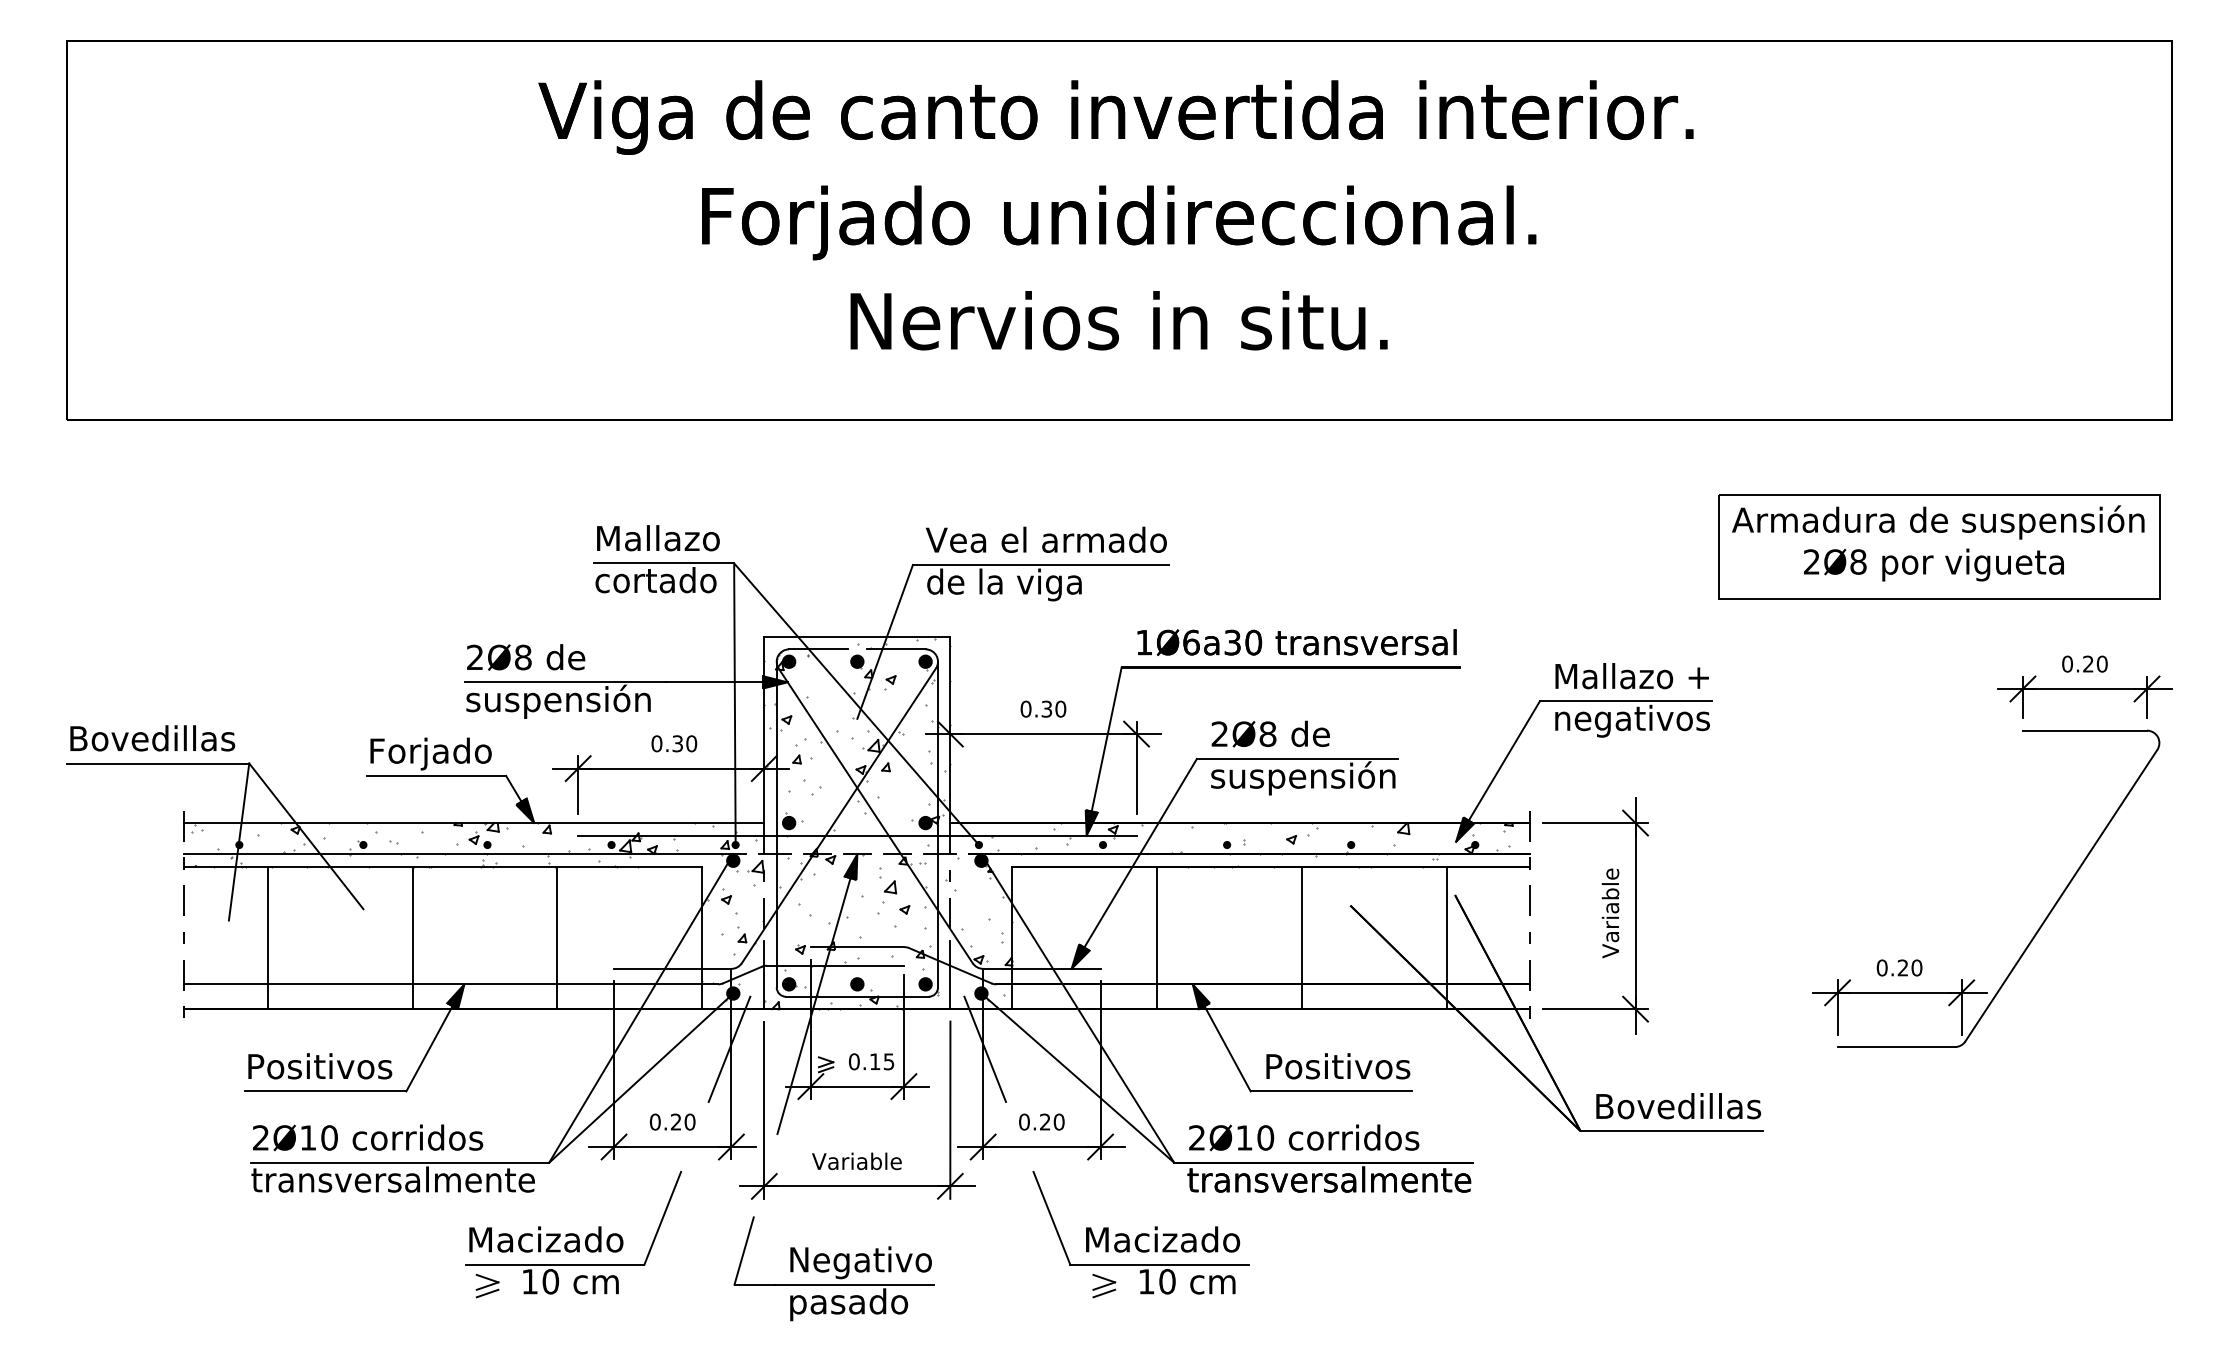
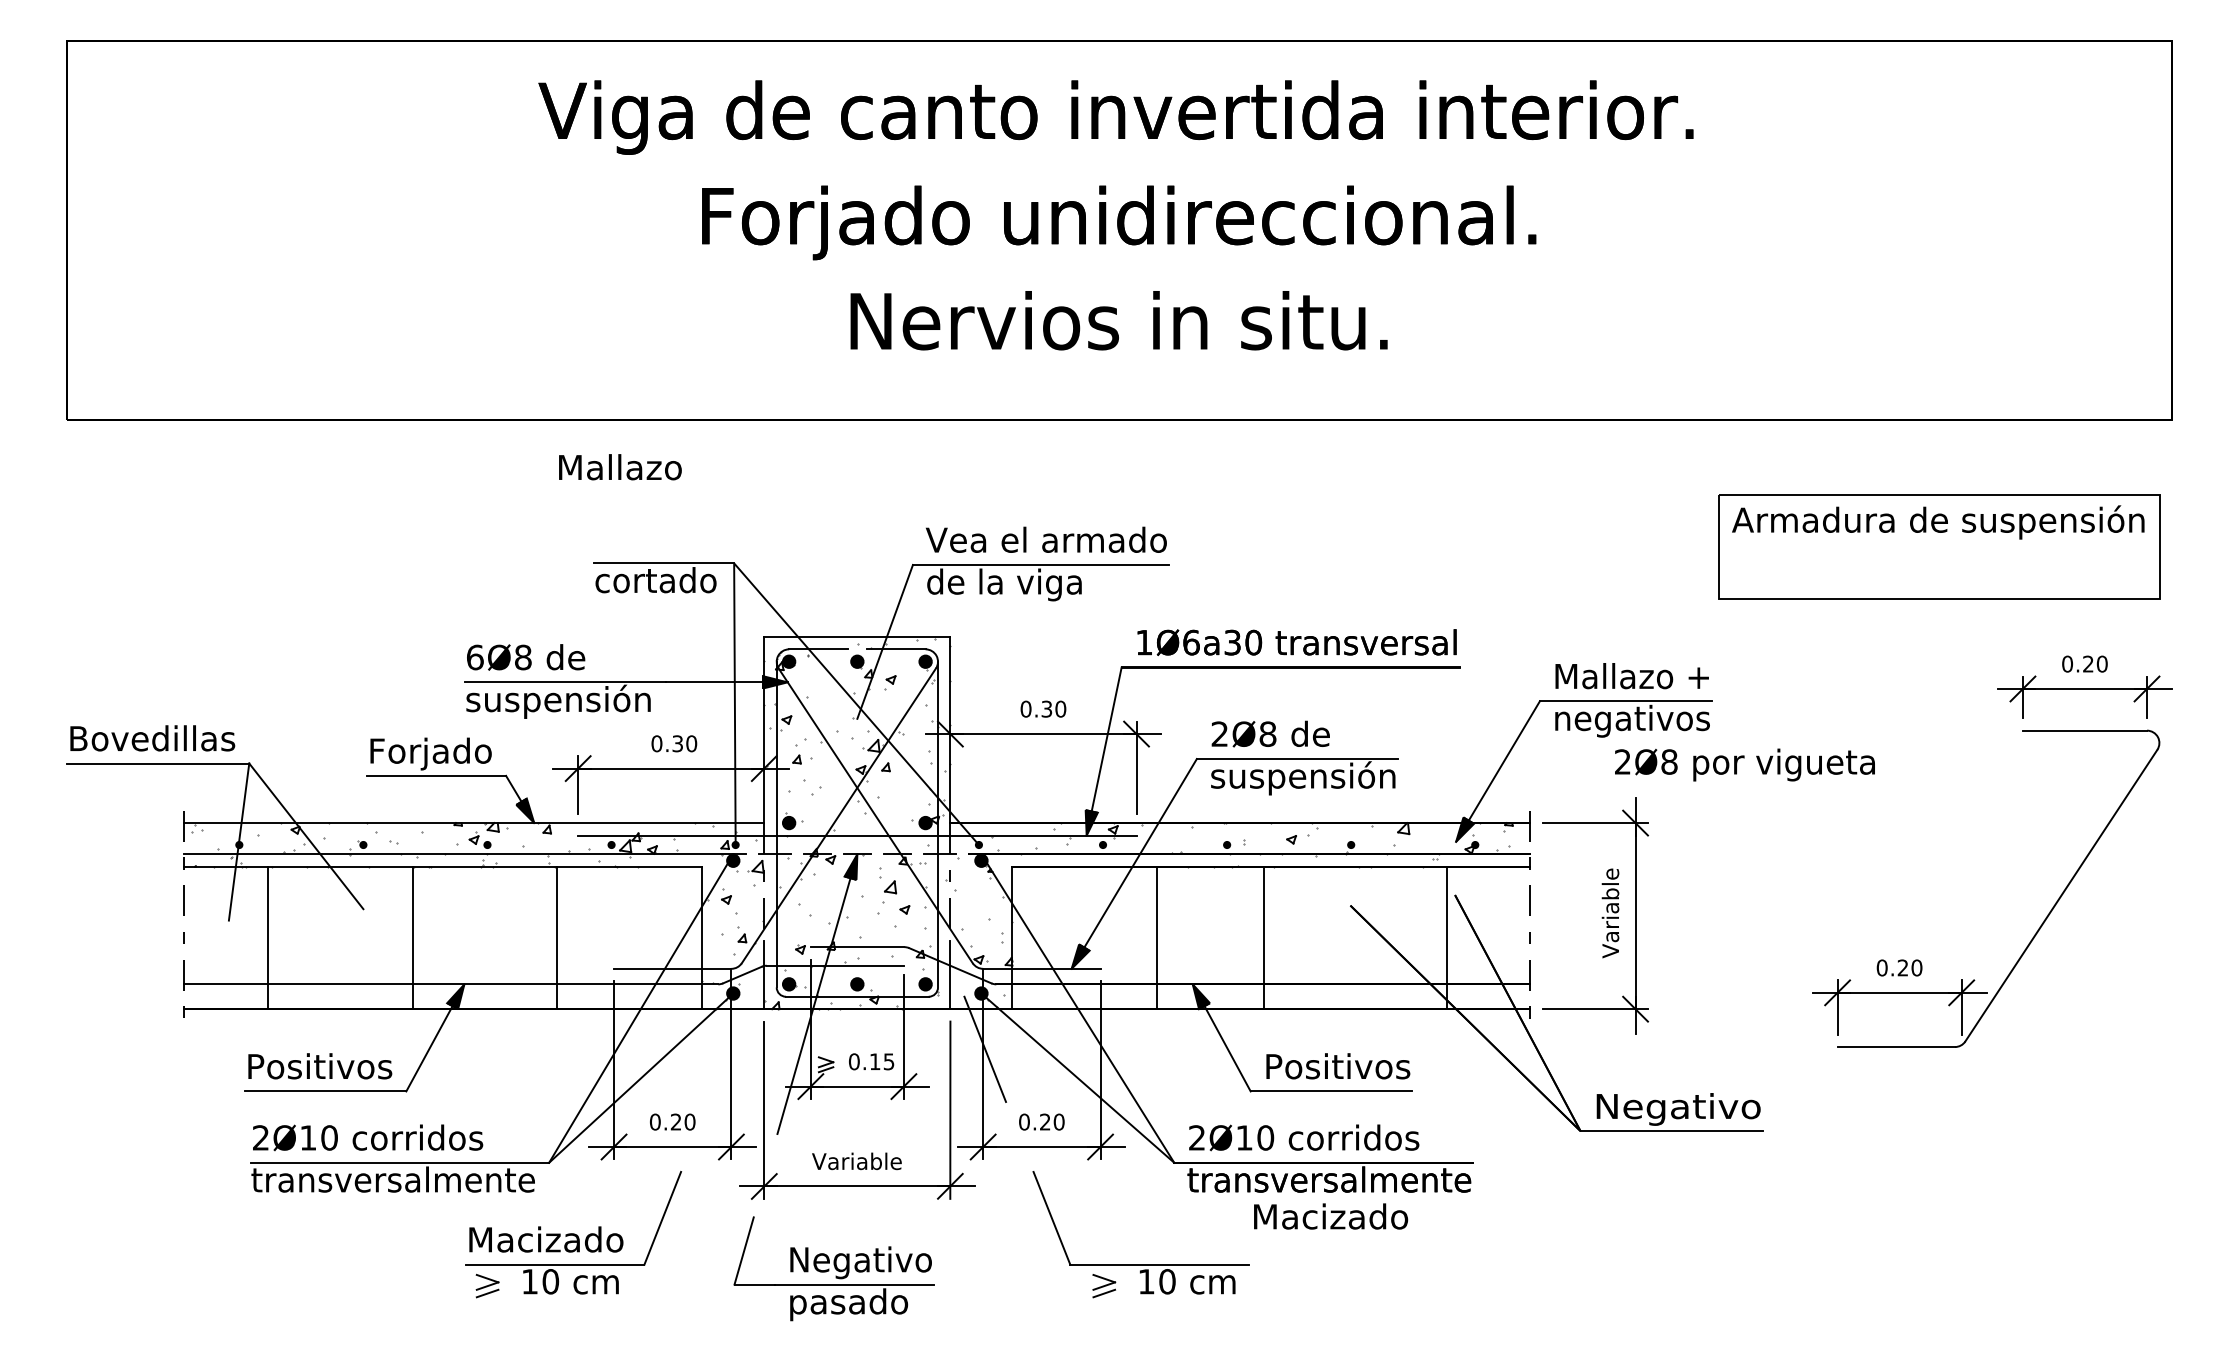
text at (658, 538) position: (658, 538) -> (620, 467)
text at (1933, 564) position: (1933, 564) -> (1744, 764)
text at (475, 657): 2Ø8 -> 6Ø8
line at (1301, 937) position: (1301, 937) -> (1263, 937)
line at (729, 1048): present -> none
text at (1678, 1109): Bovedillas -> Negativo
text at (1163, 1239) position: (1163, 1239) -> (1331, 1216)
